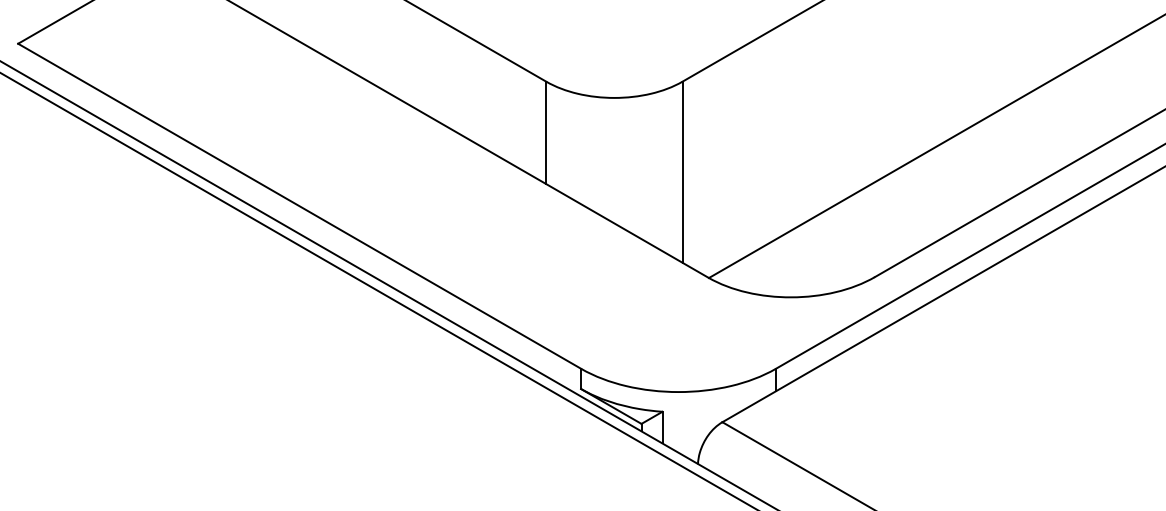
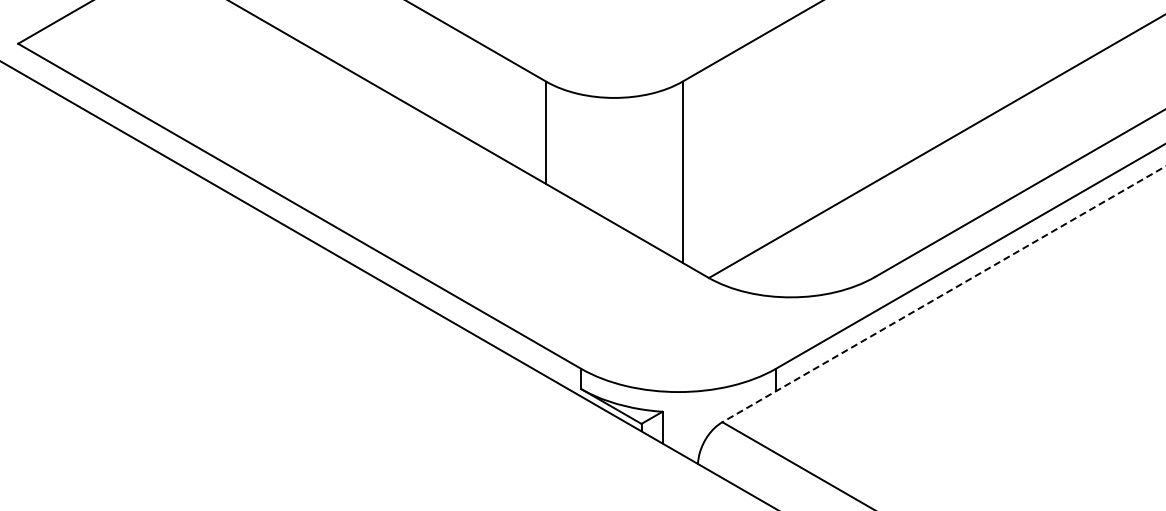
line at (377, 290): present -> none
line at (944, 294): solid -> dashed
